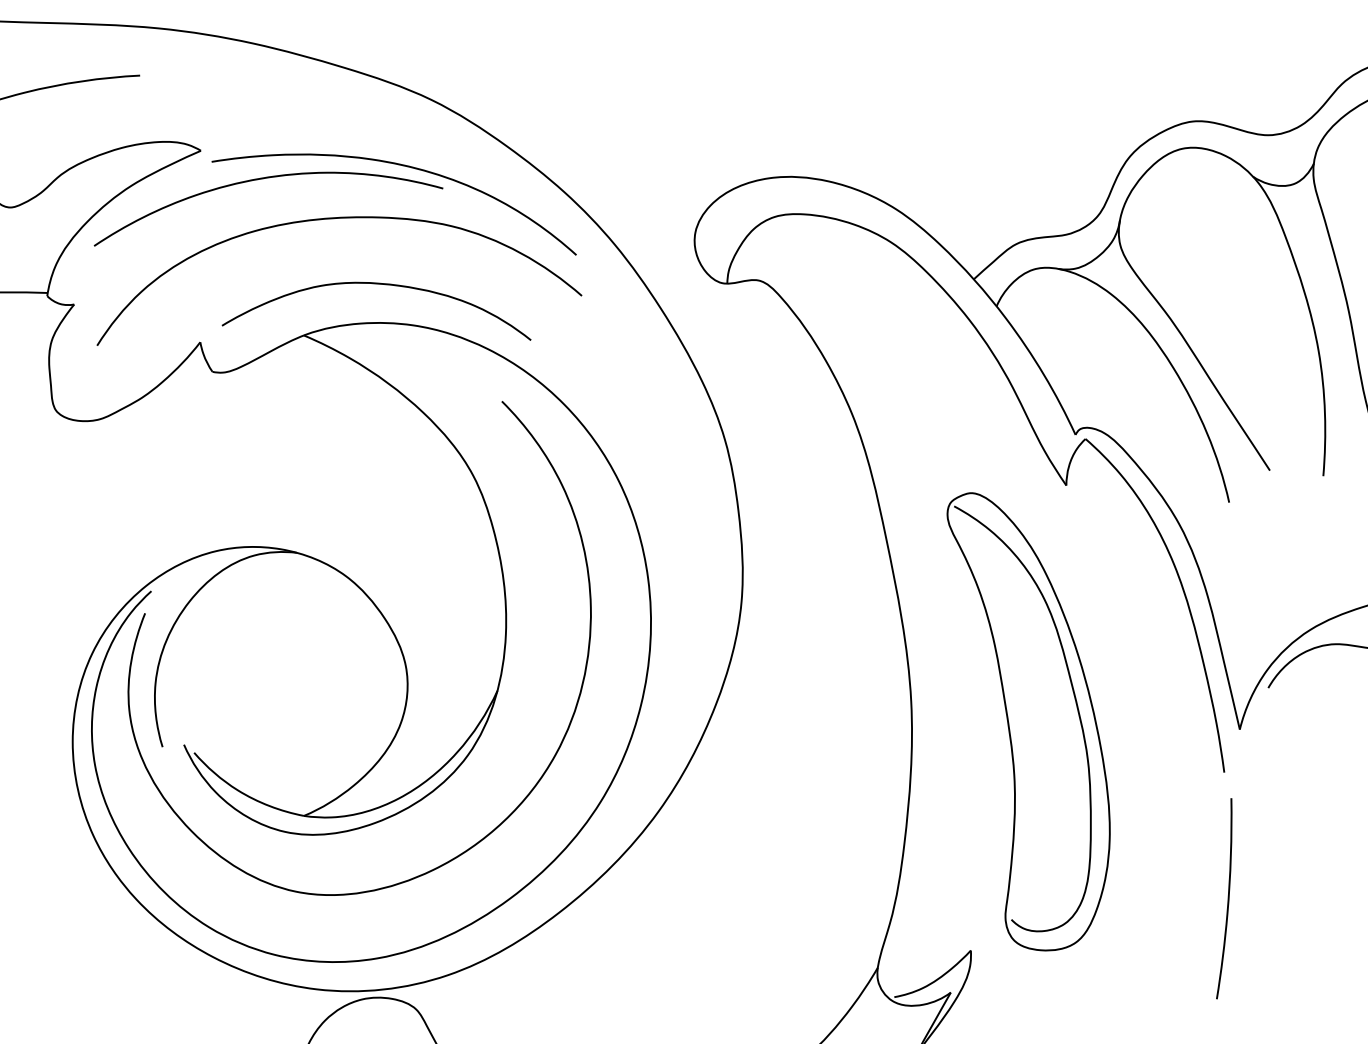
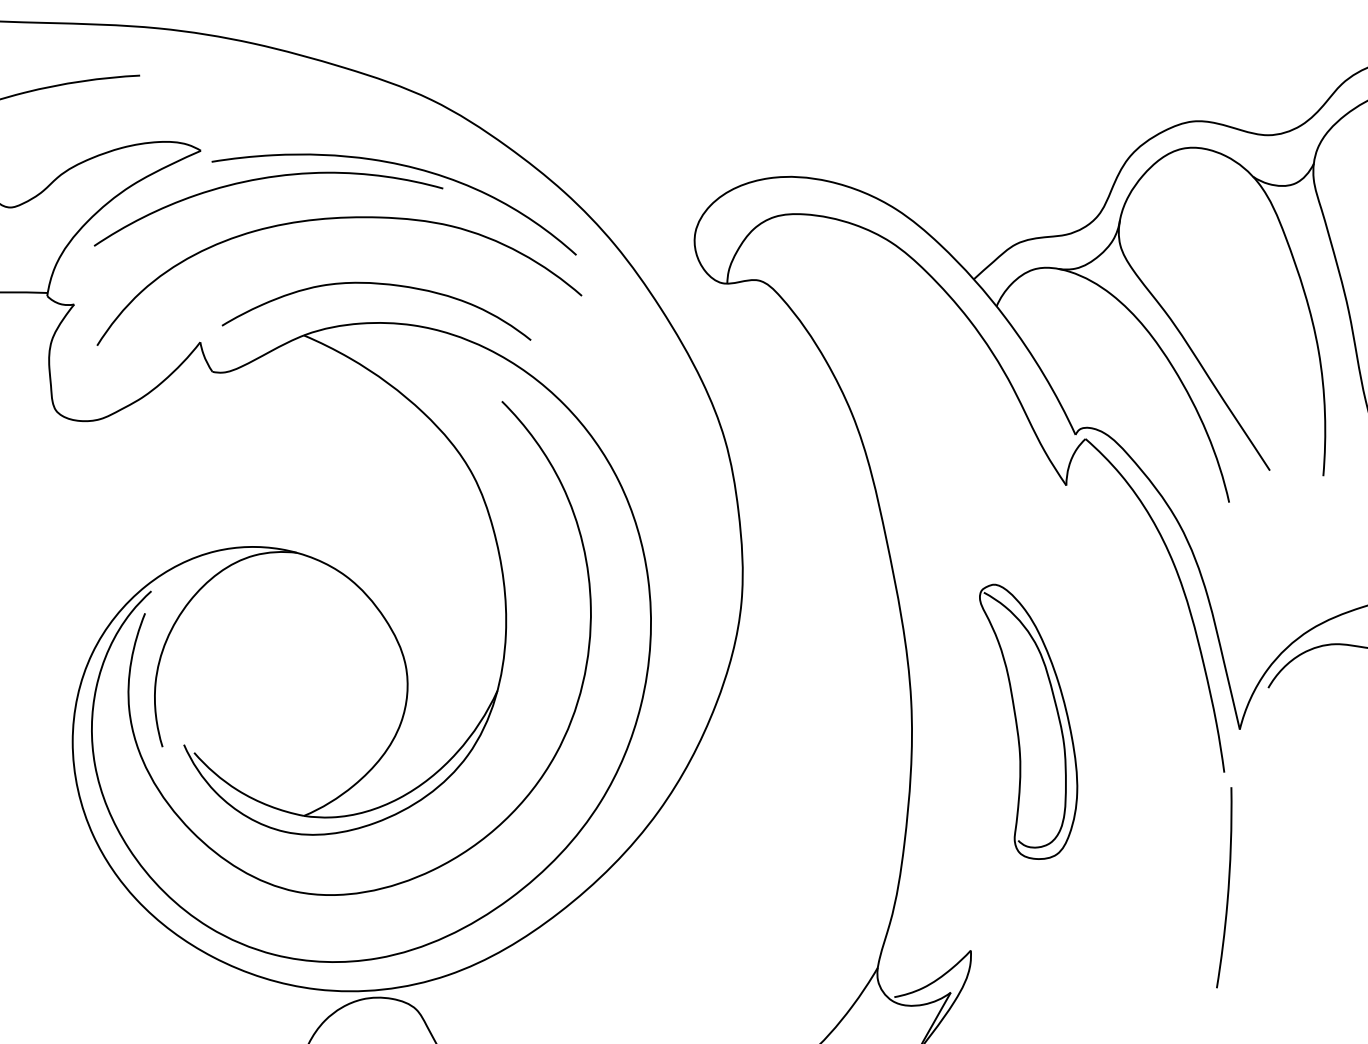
part at (1028, 721) size: 165x460 px -> 100x277 px
curve at (1227, 898) position: (1227, 898) -> (1227, 887)
